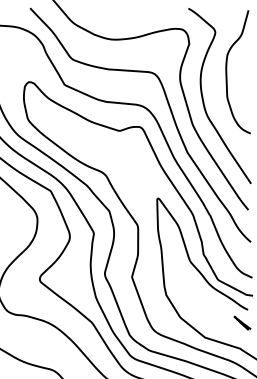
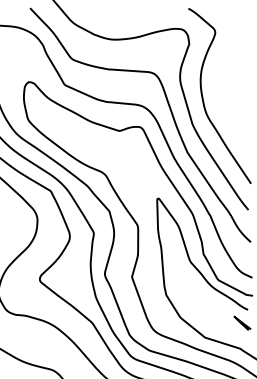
curve at (227, 72): present -> none
